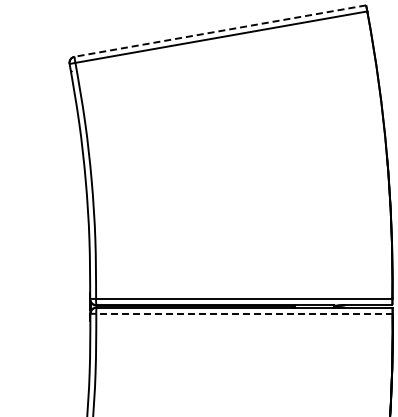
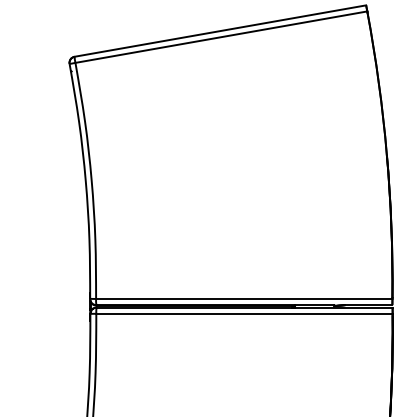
line at (220, 31): dashed -> solid
line at (243, 313): dashed -> solid
